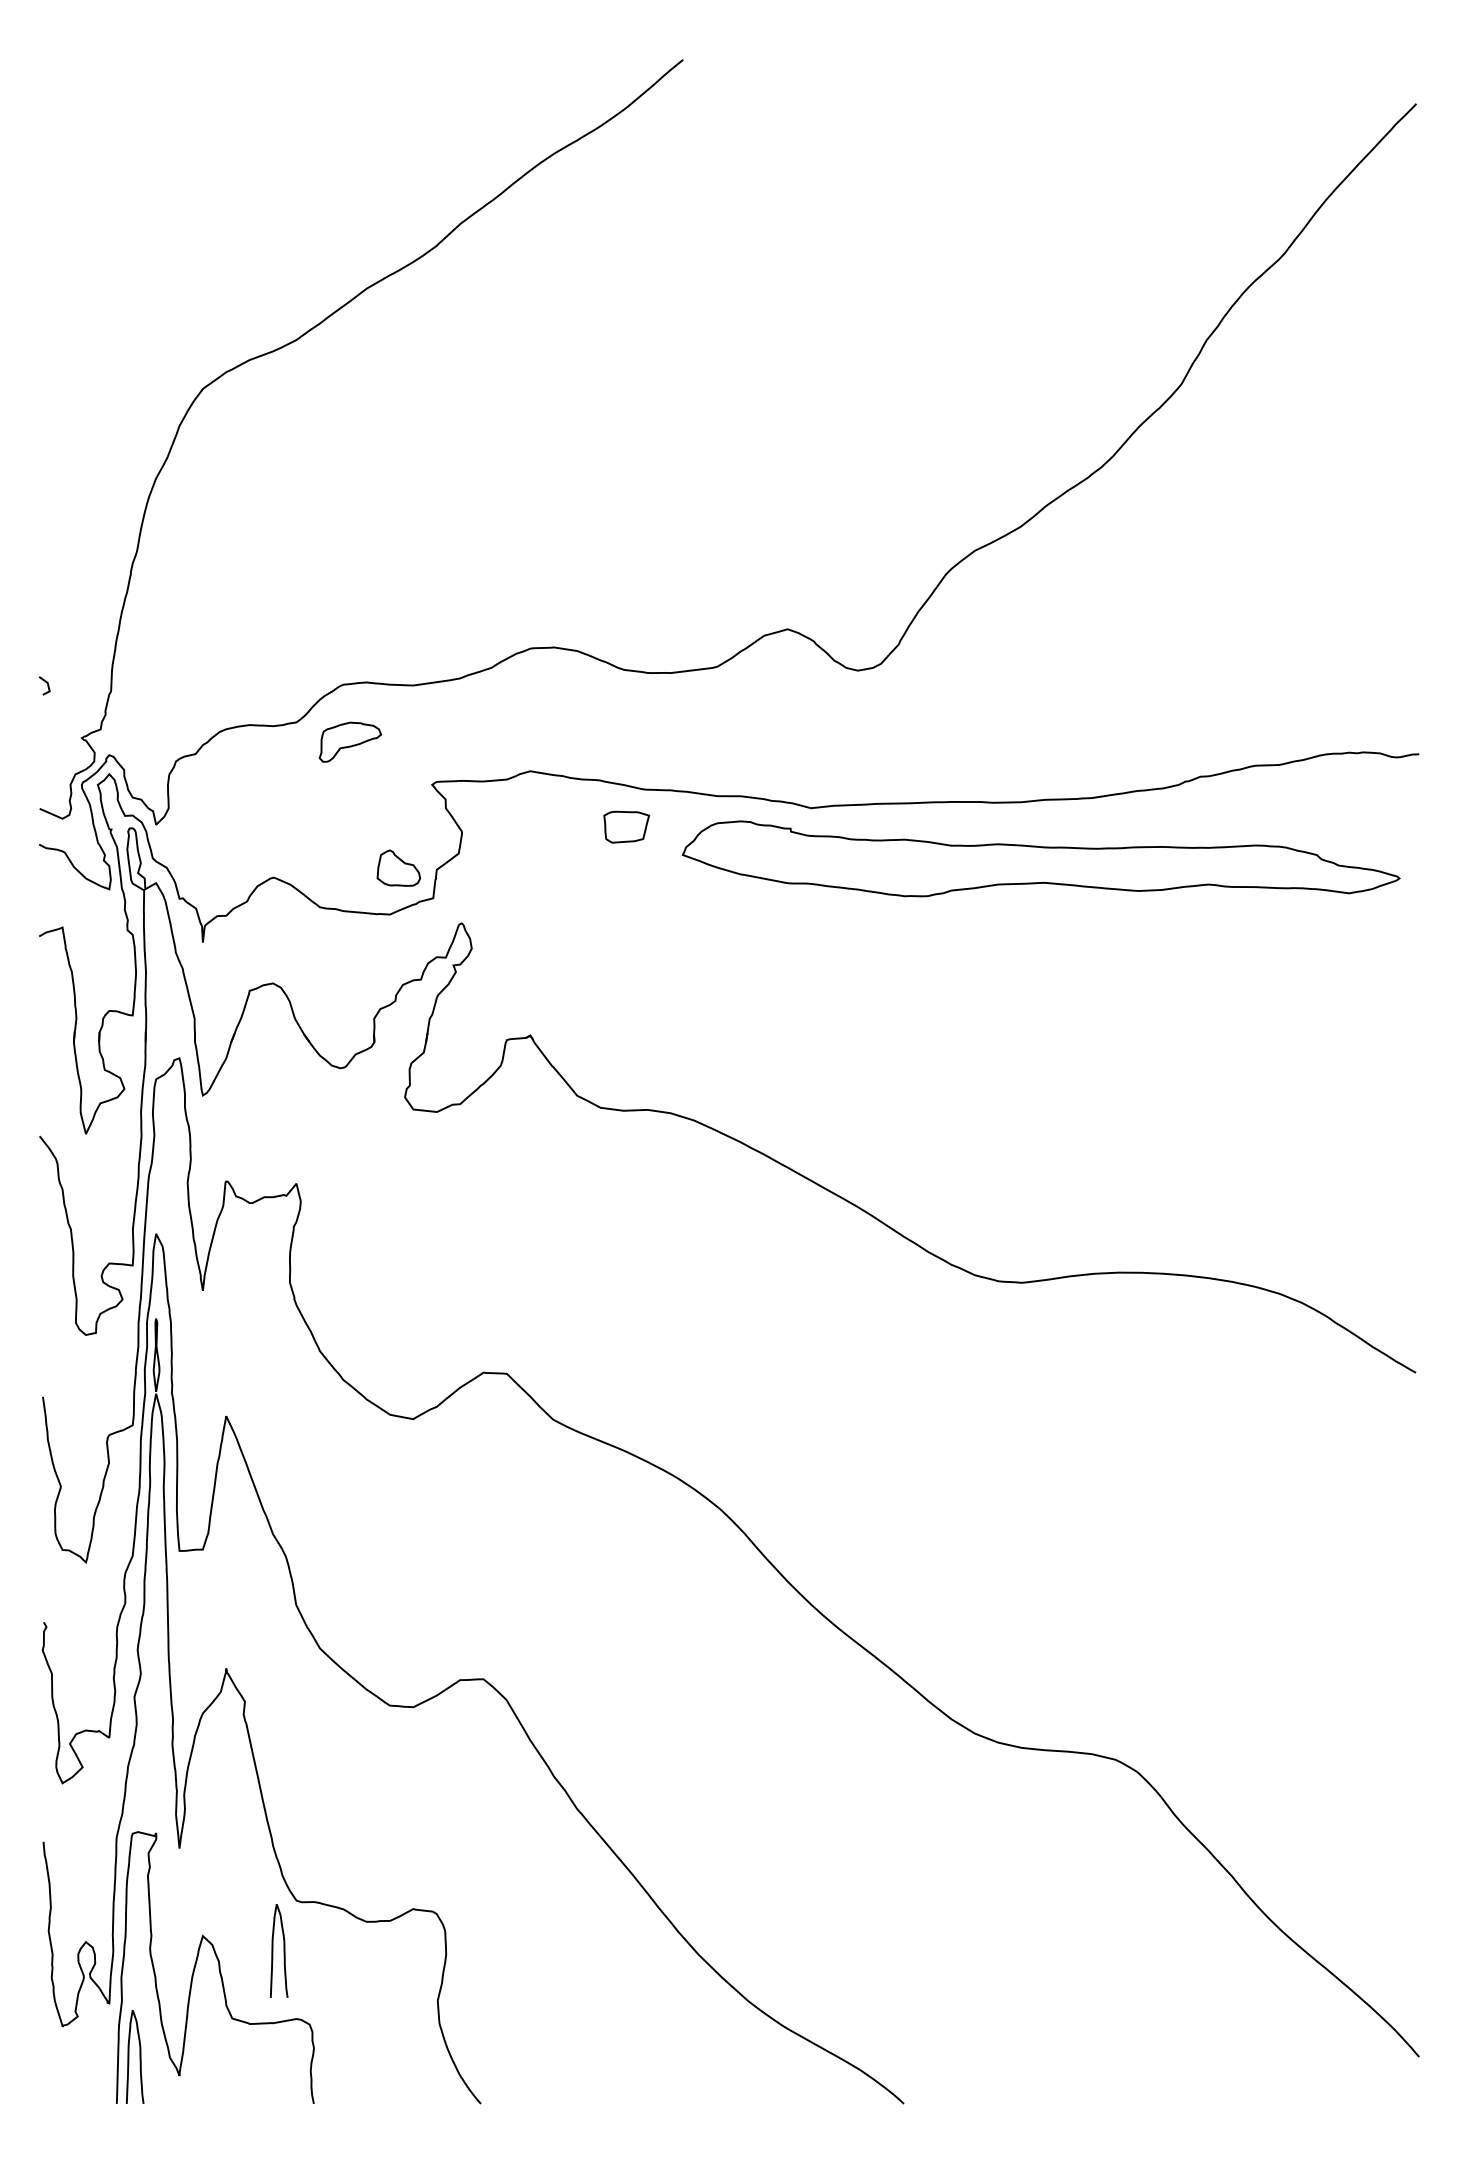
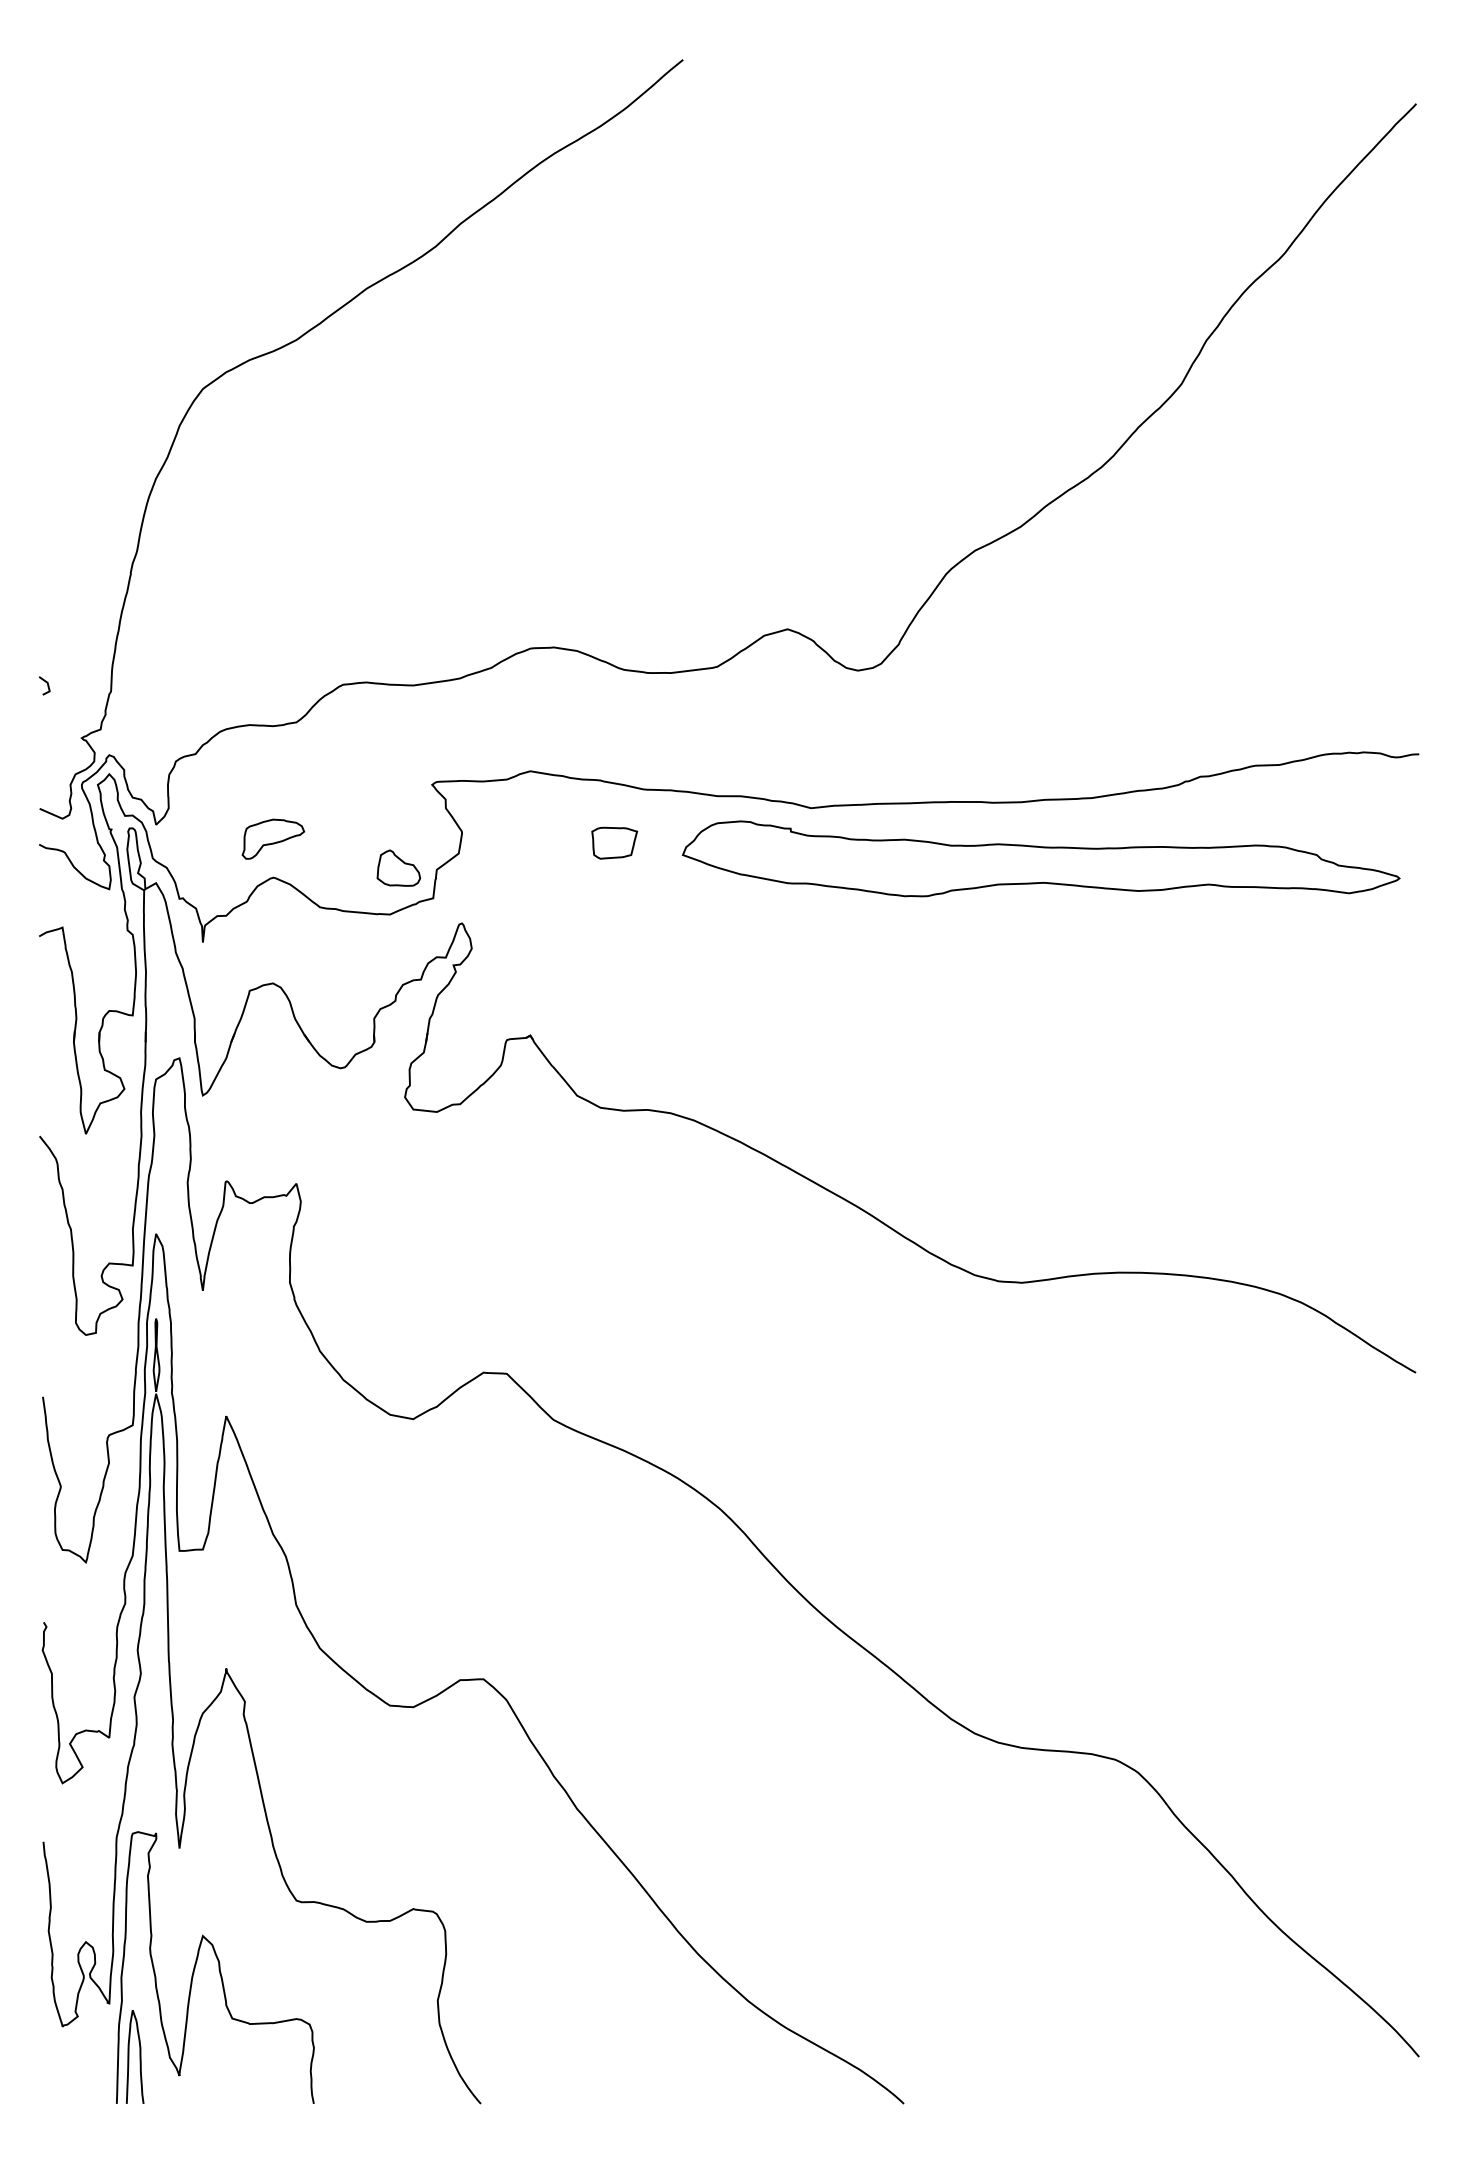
part at (350, 741) position: (350, 741) -> (273, 838)
part at (626, 826) position: (626, 826) -> (614, 842)
curve at (273, 1950): present -> none
